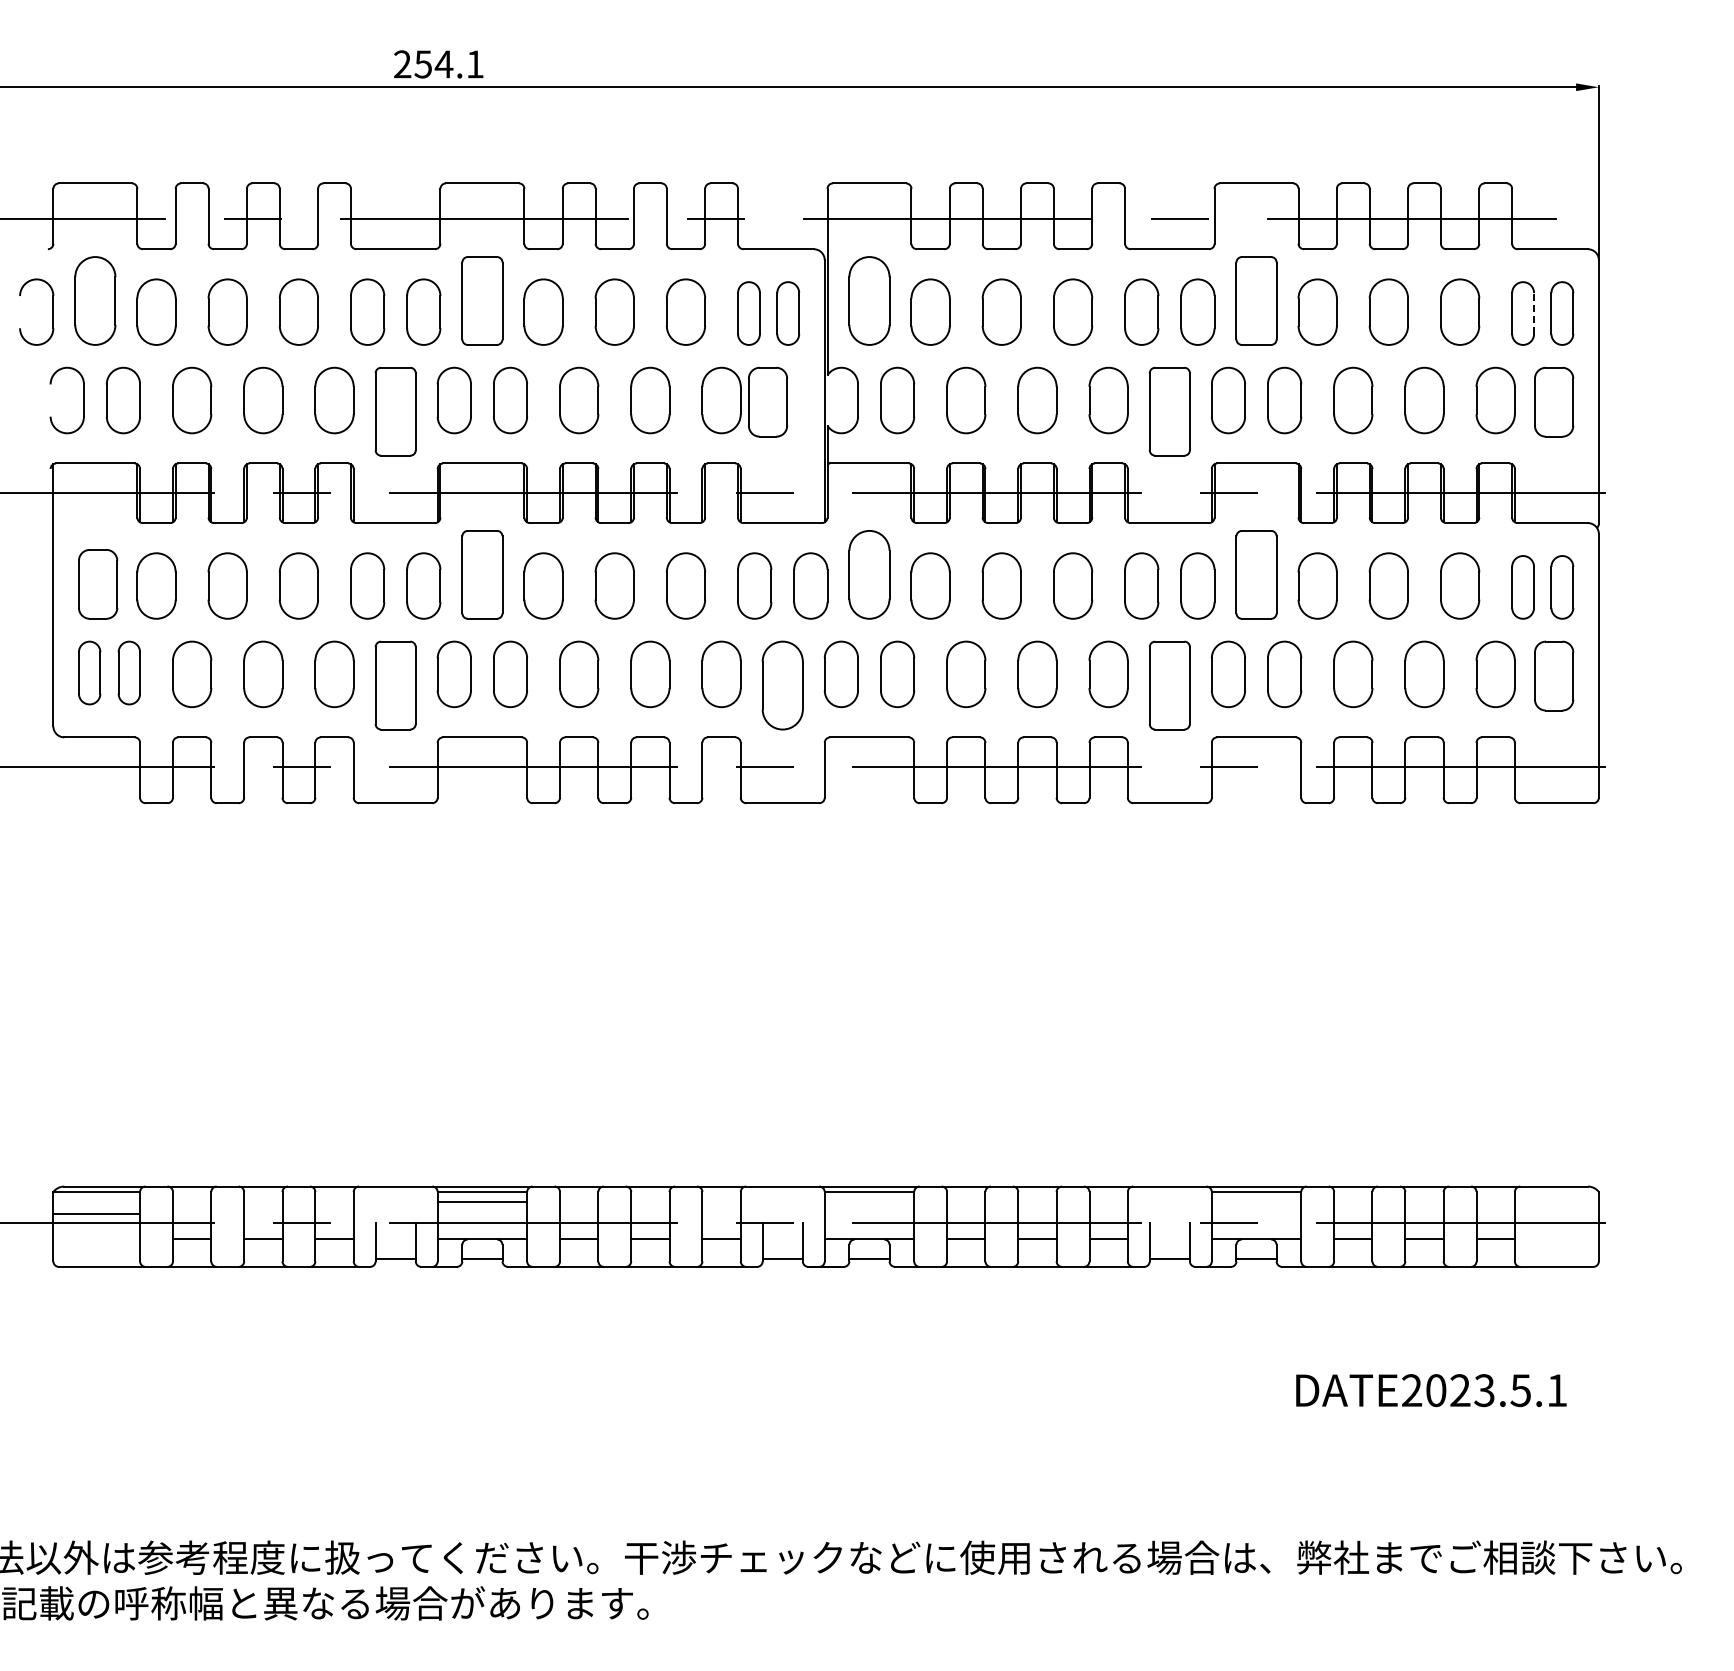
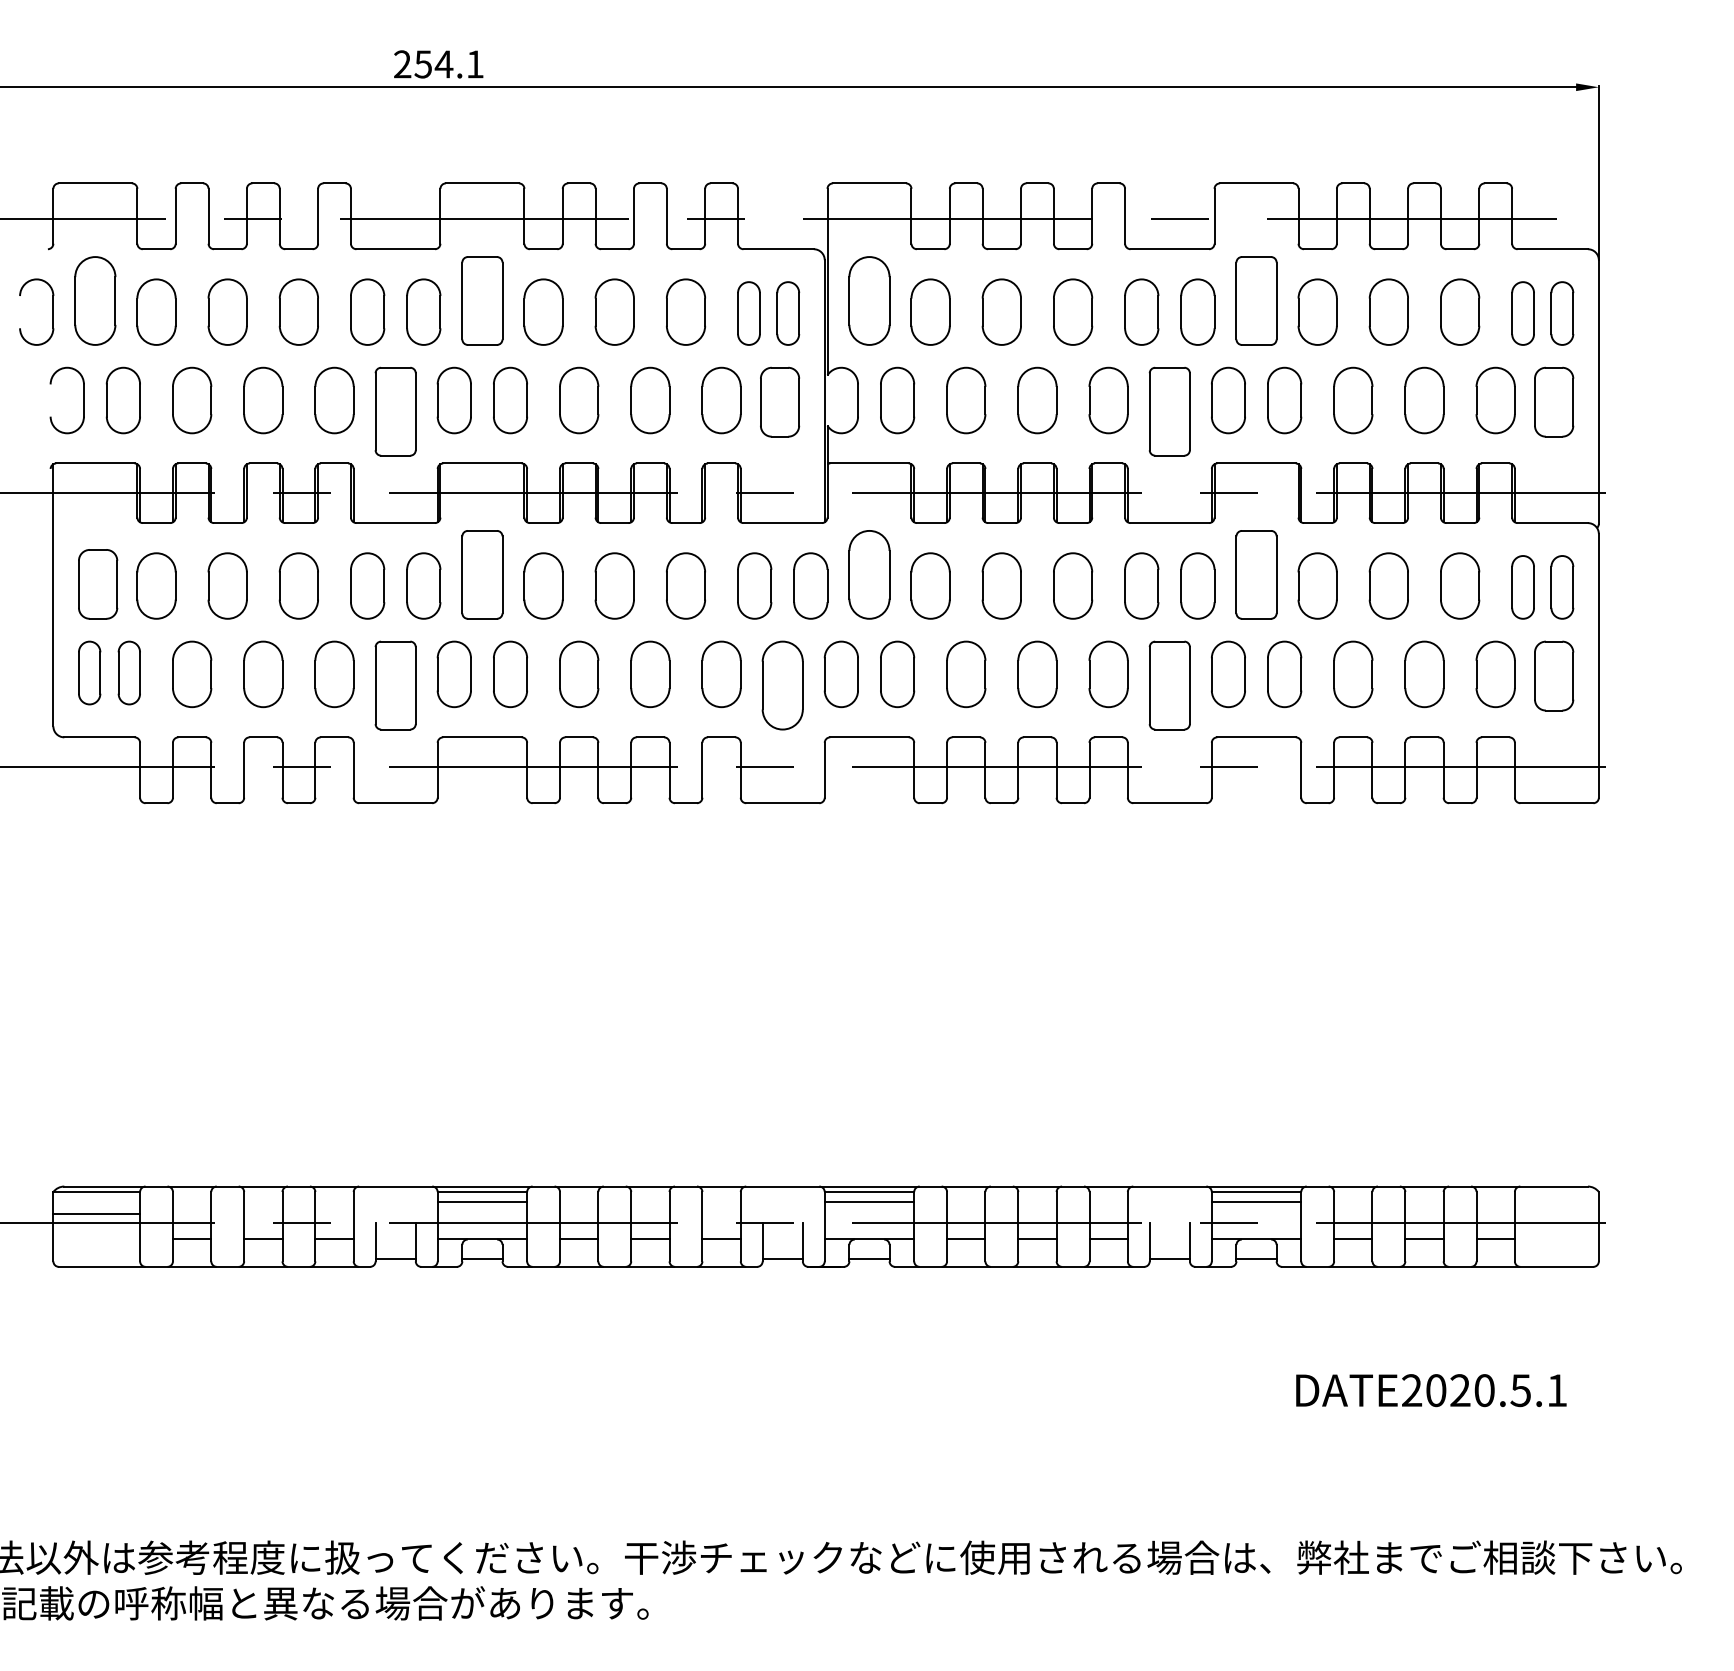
line at (1534, 313): dashed -> solid
part at (768, 401) position: (768, 401) -> (780, 401)
line at (869, 1202): none -> present
line at (1256, 1202): none -> present
text at (1484, 1390): DATE2023.5.1 -> DATE2020.5.1
